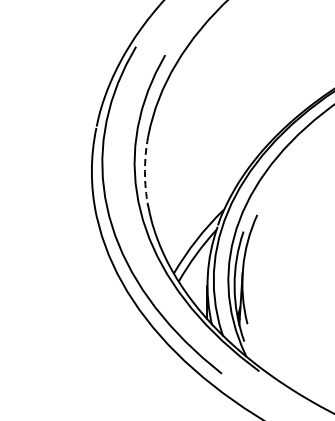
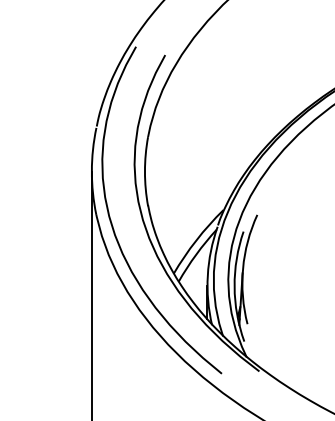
arc at (144, 171): dashed -> solid
line at (91, 294): none -> present
